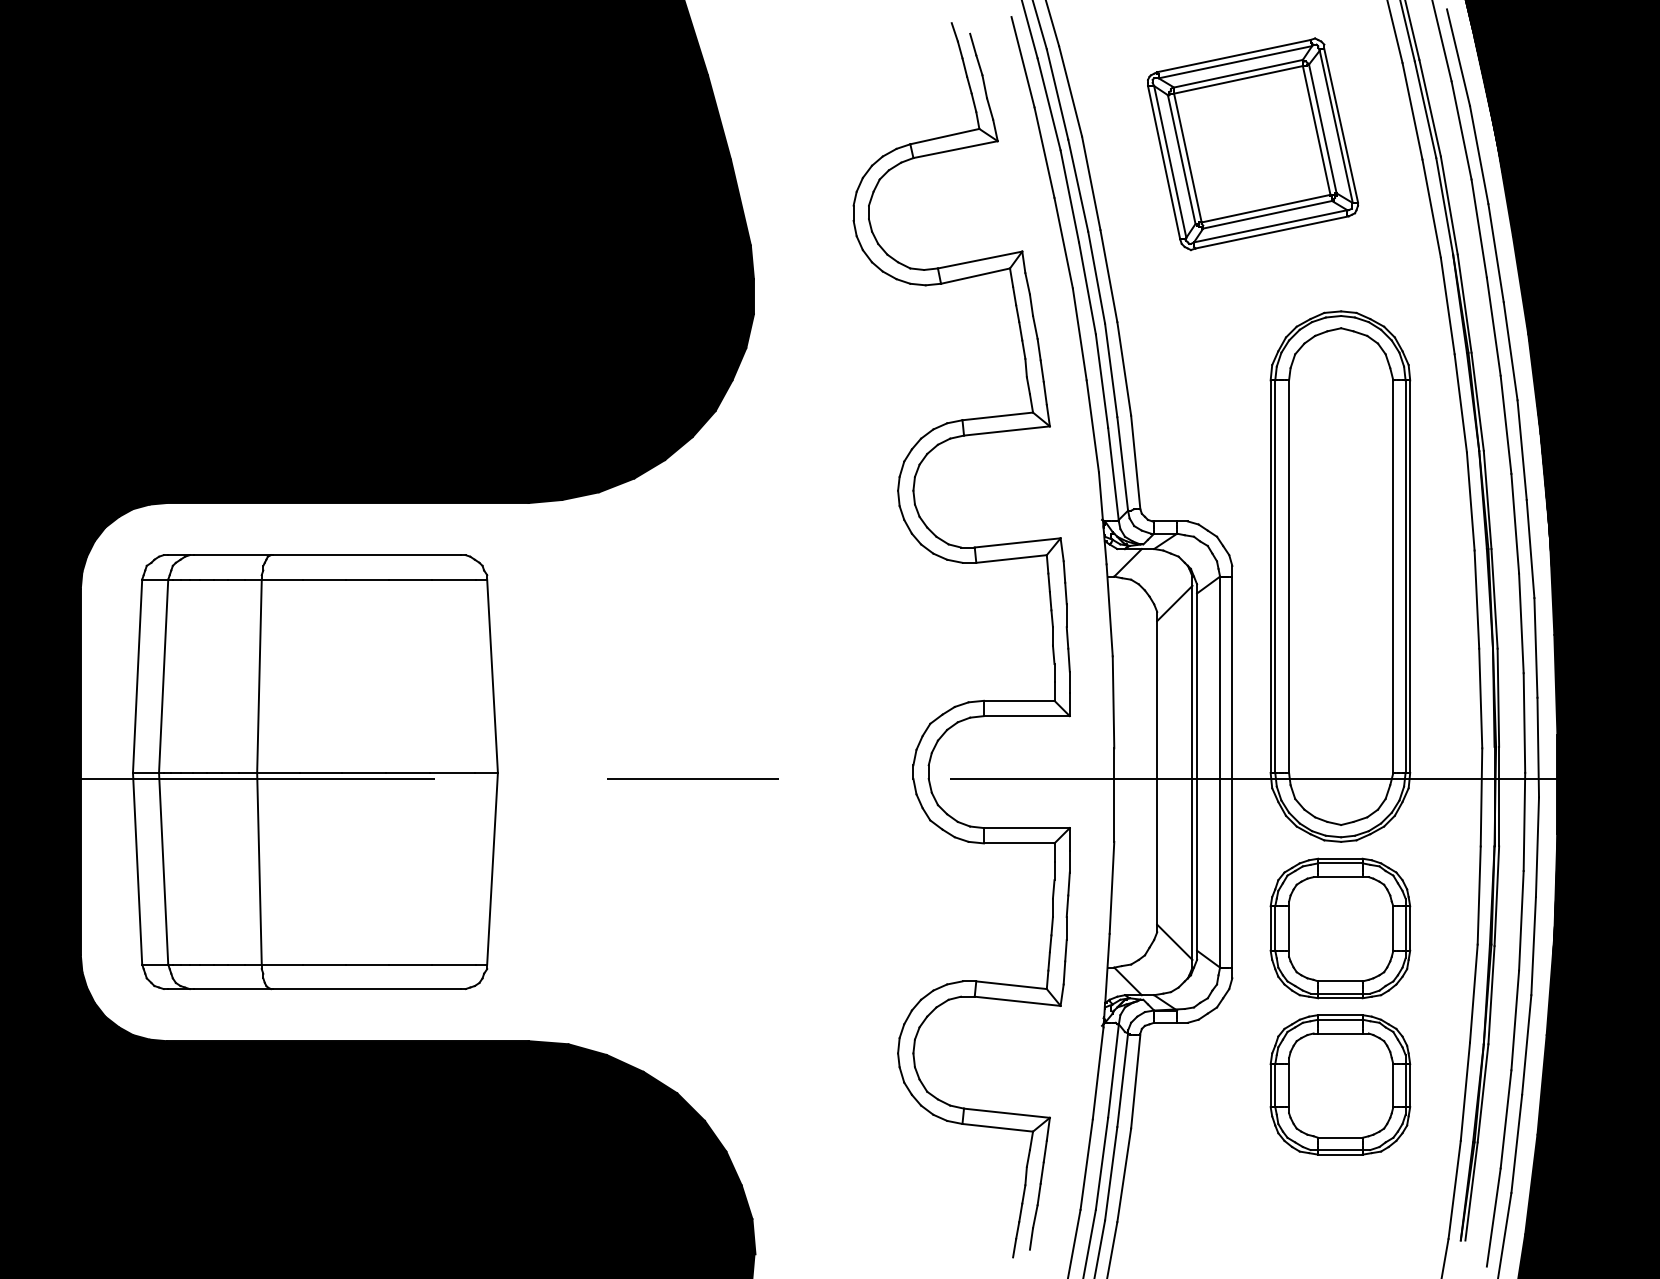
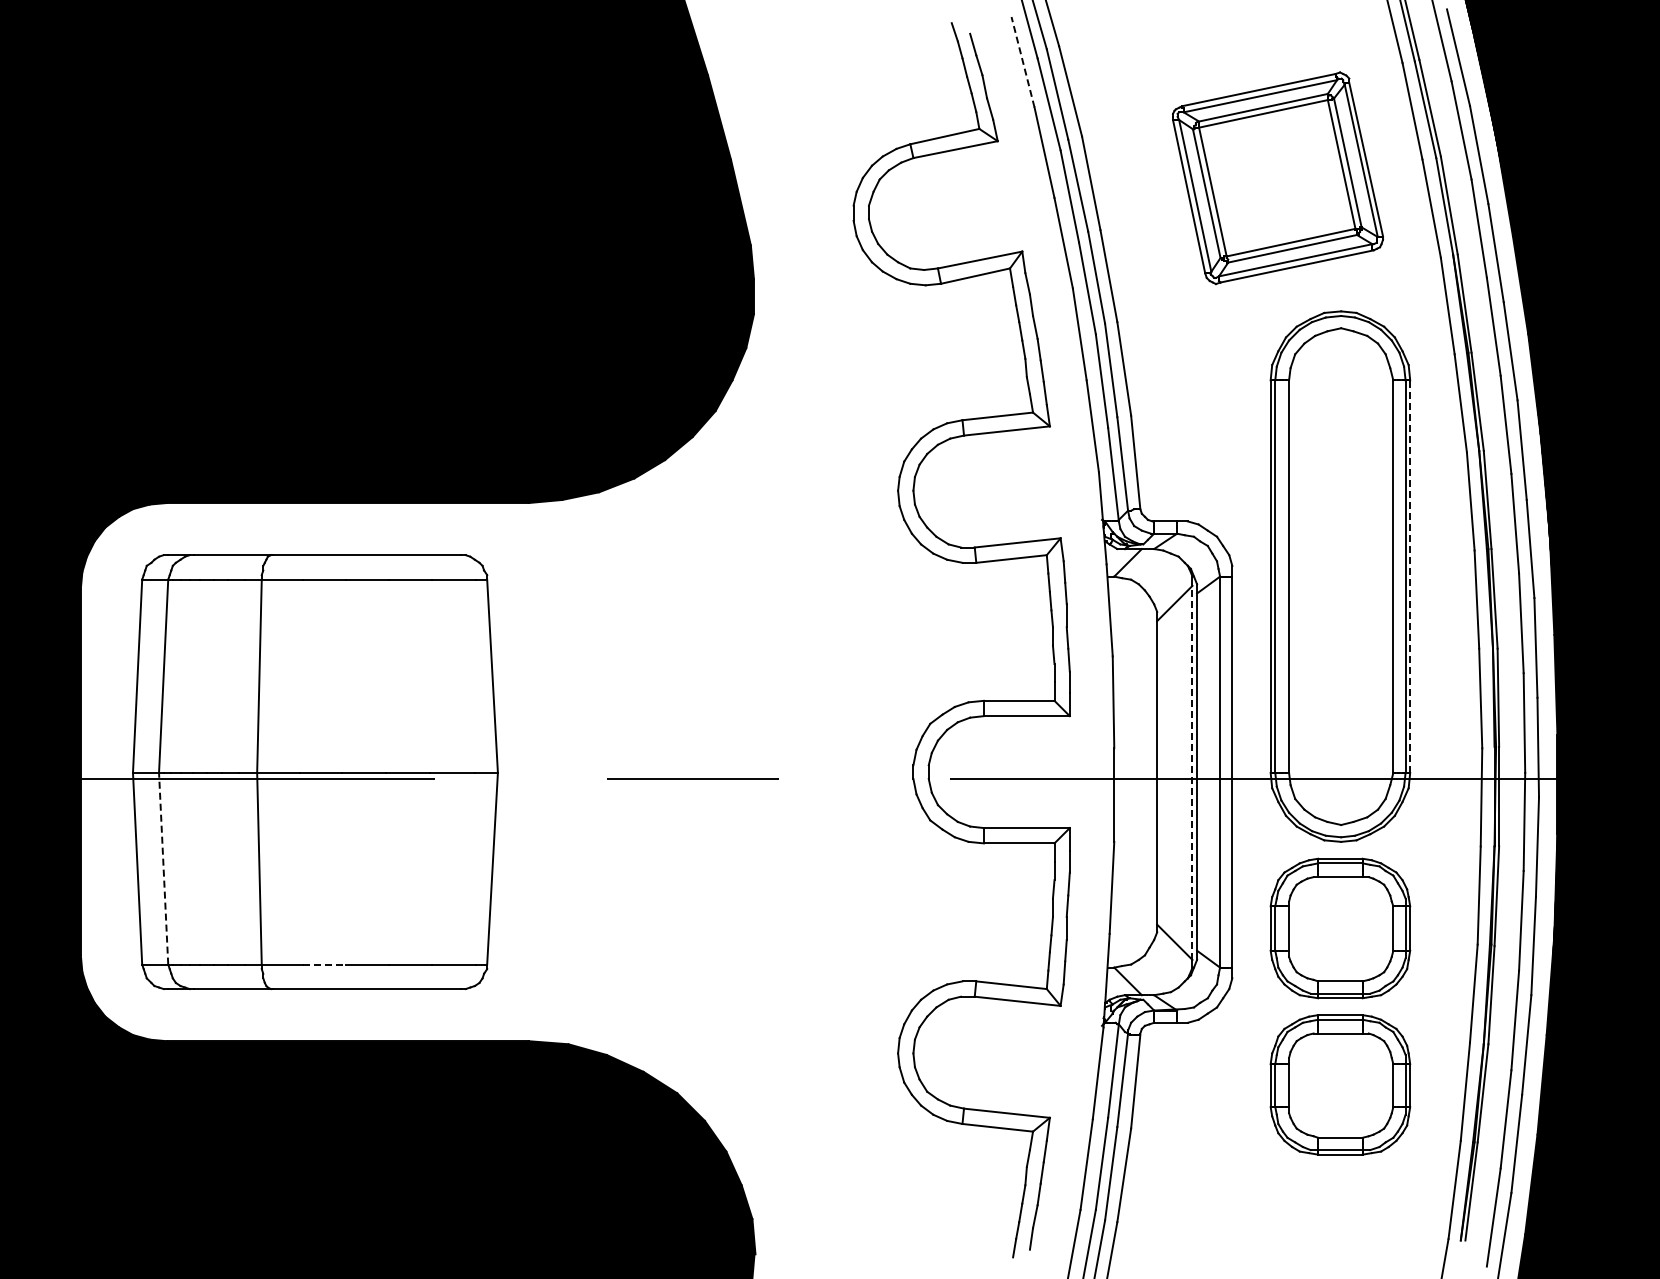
line at (1023, 62): solid -> dashed
part at (1253, 144) position: (1253, 144) -> (1278, 178)
line at (1410, 576): solid -> dashed
line at (1192, 772): solid -> dashed
line at (163, 868): solid -> dashed
line at (325, 964): solid -> dashed
